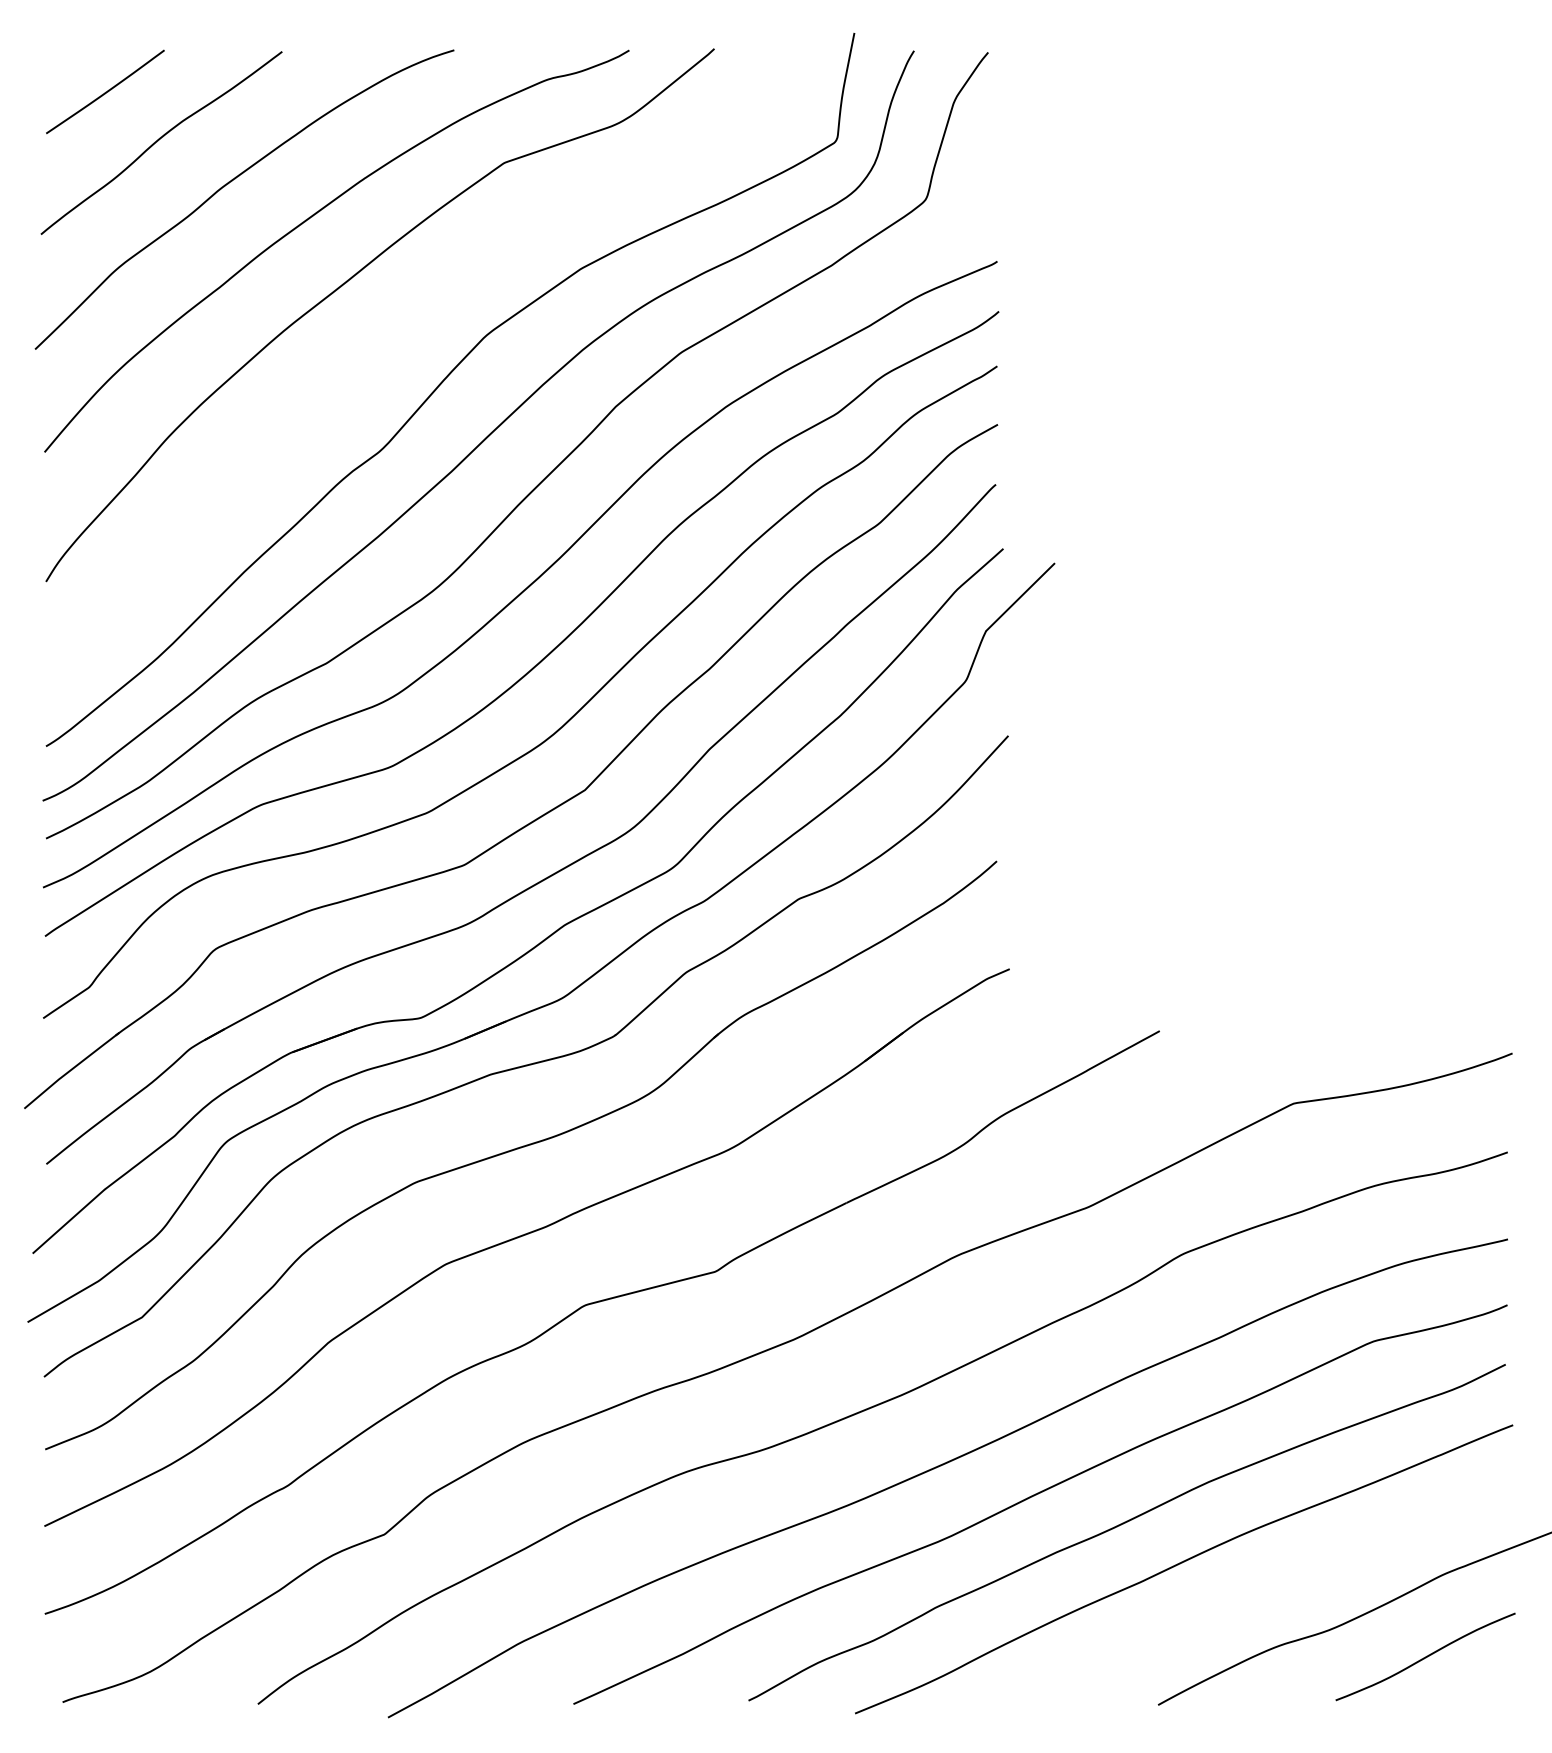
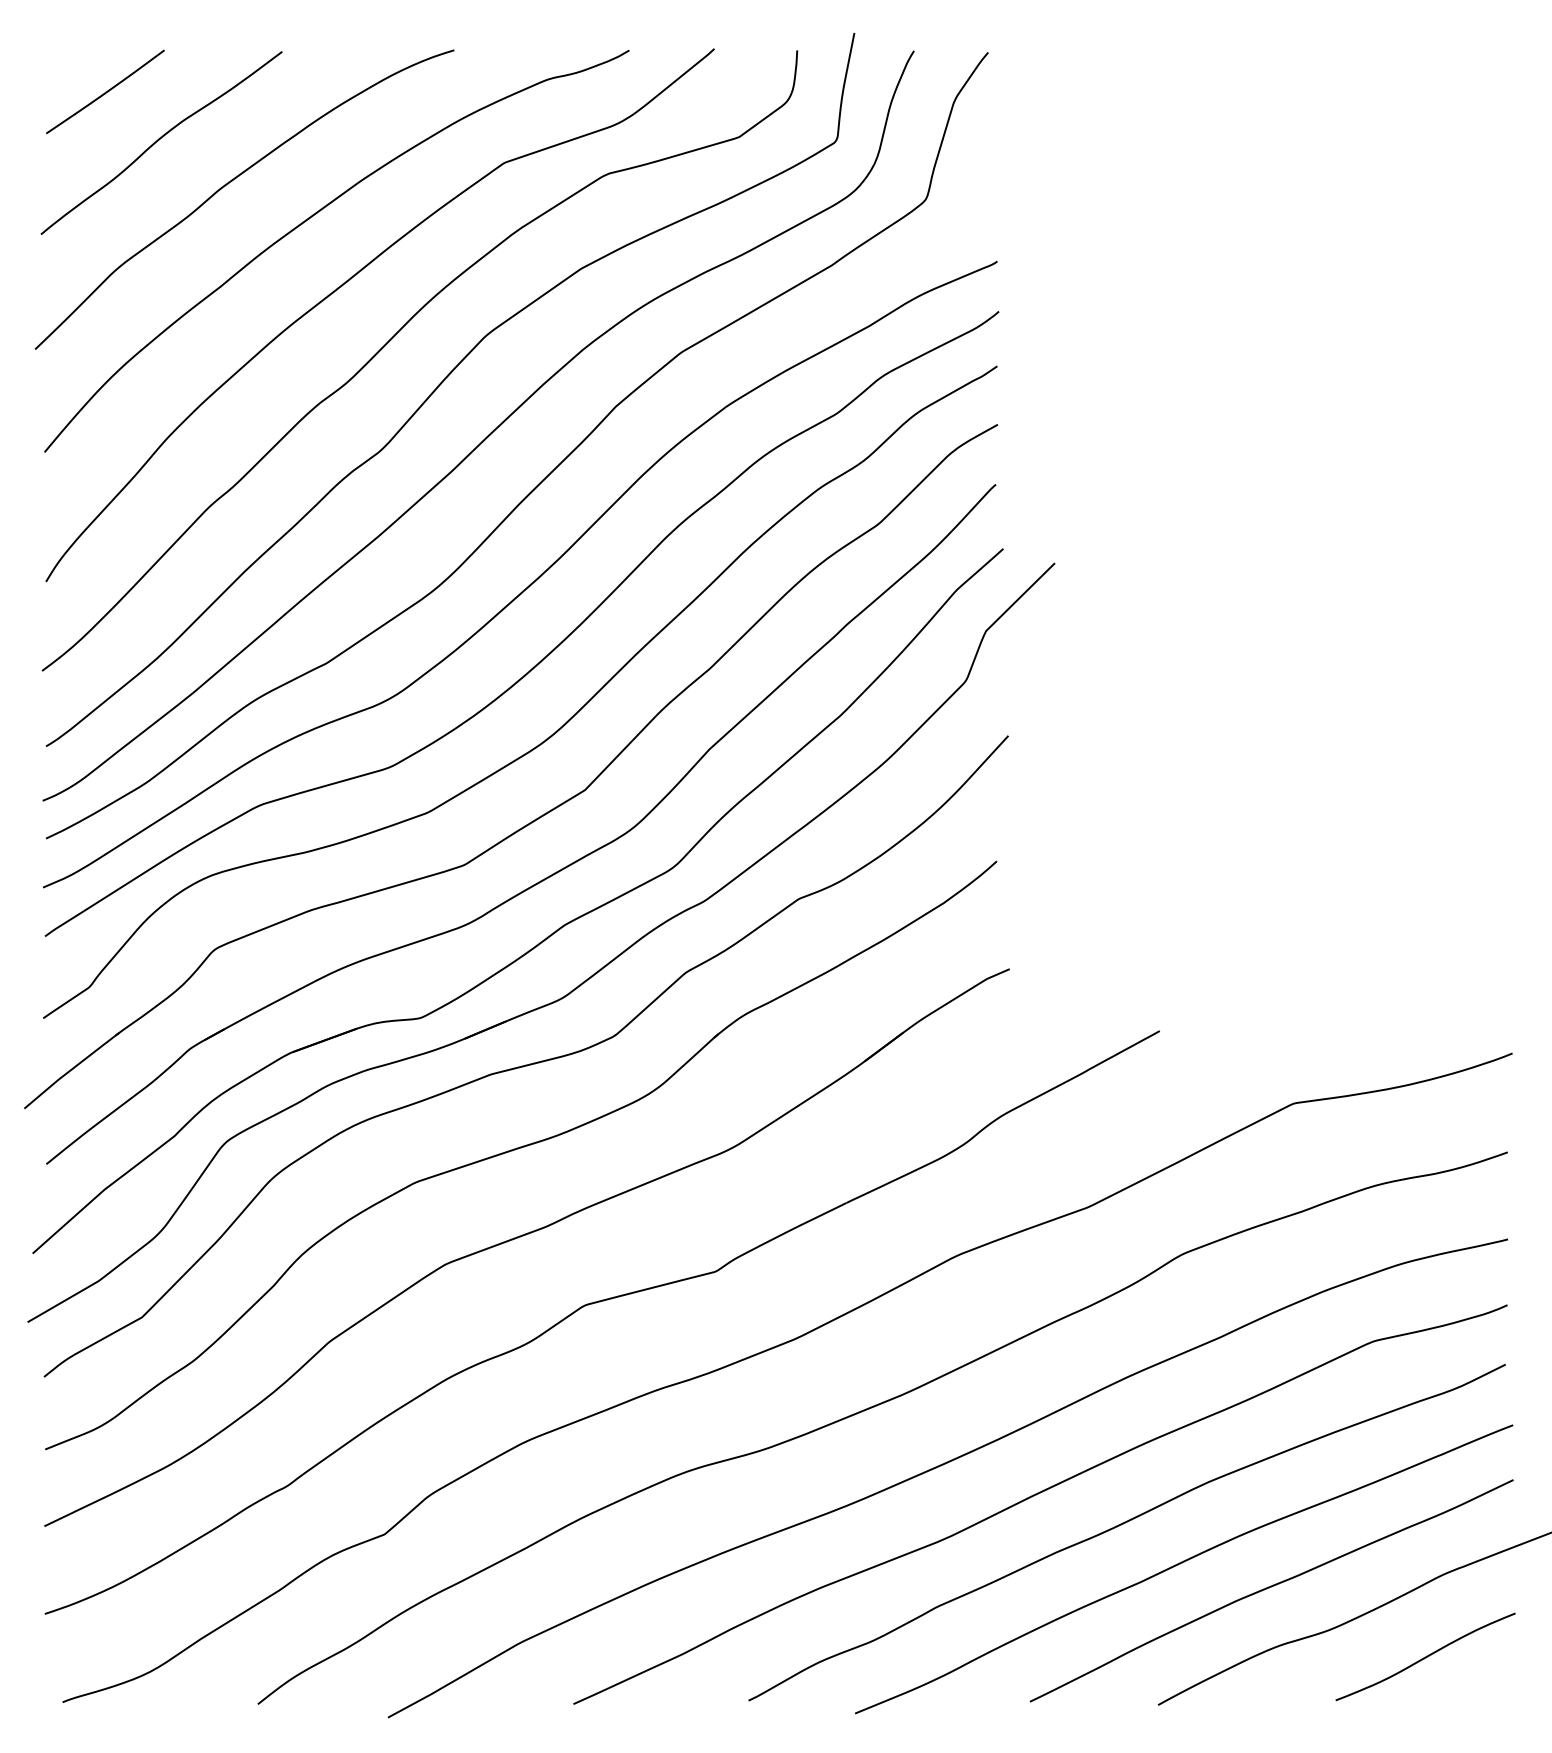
curve at (395, 336): none -> present
curve at (1269, 1588): none -> present
